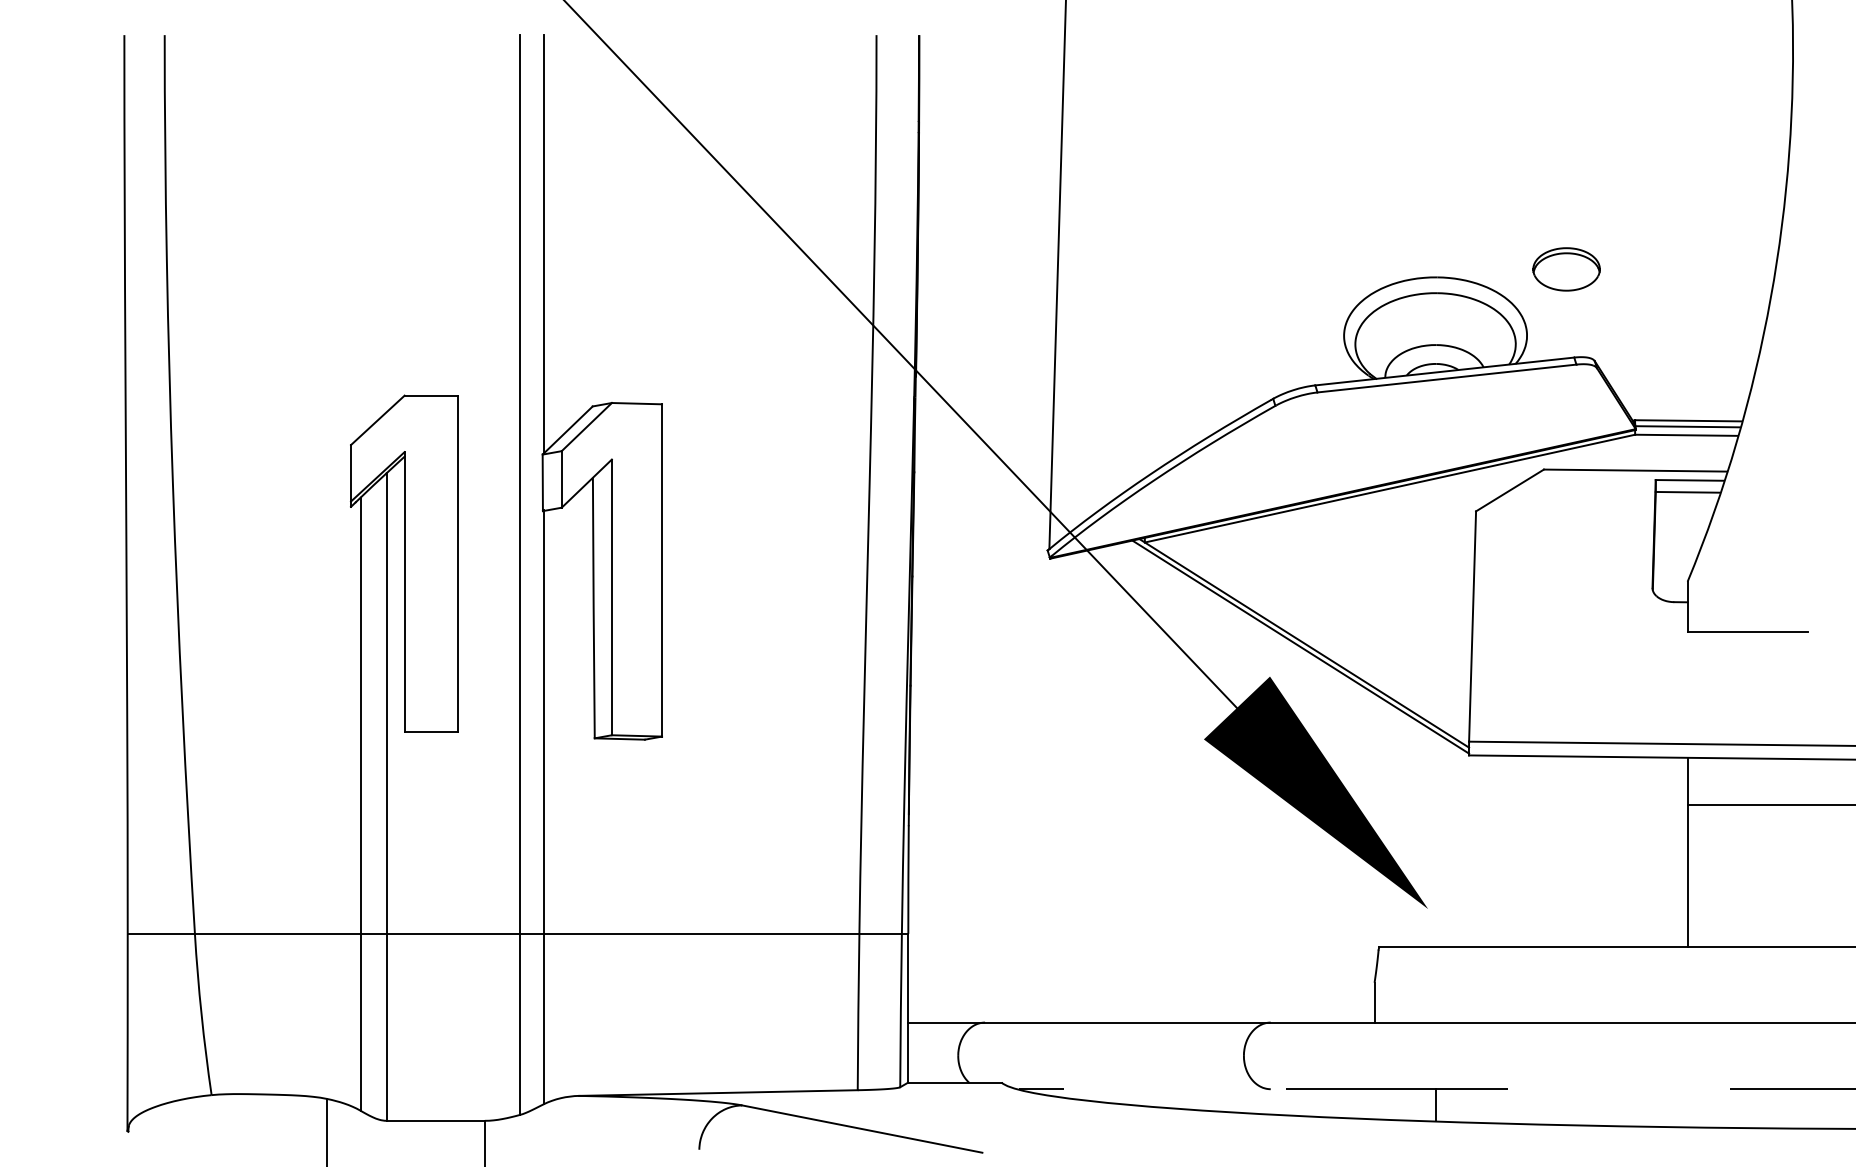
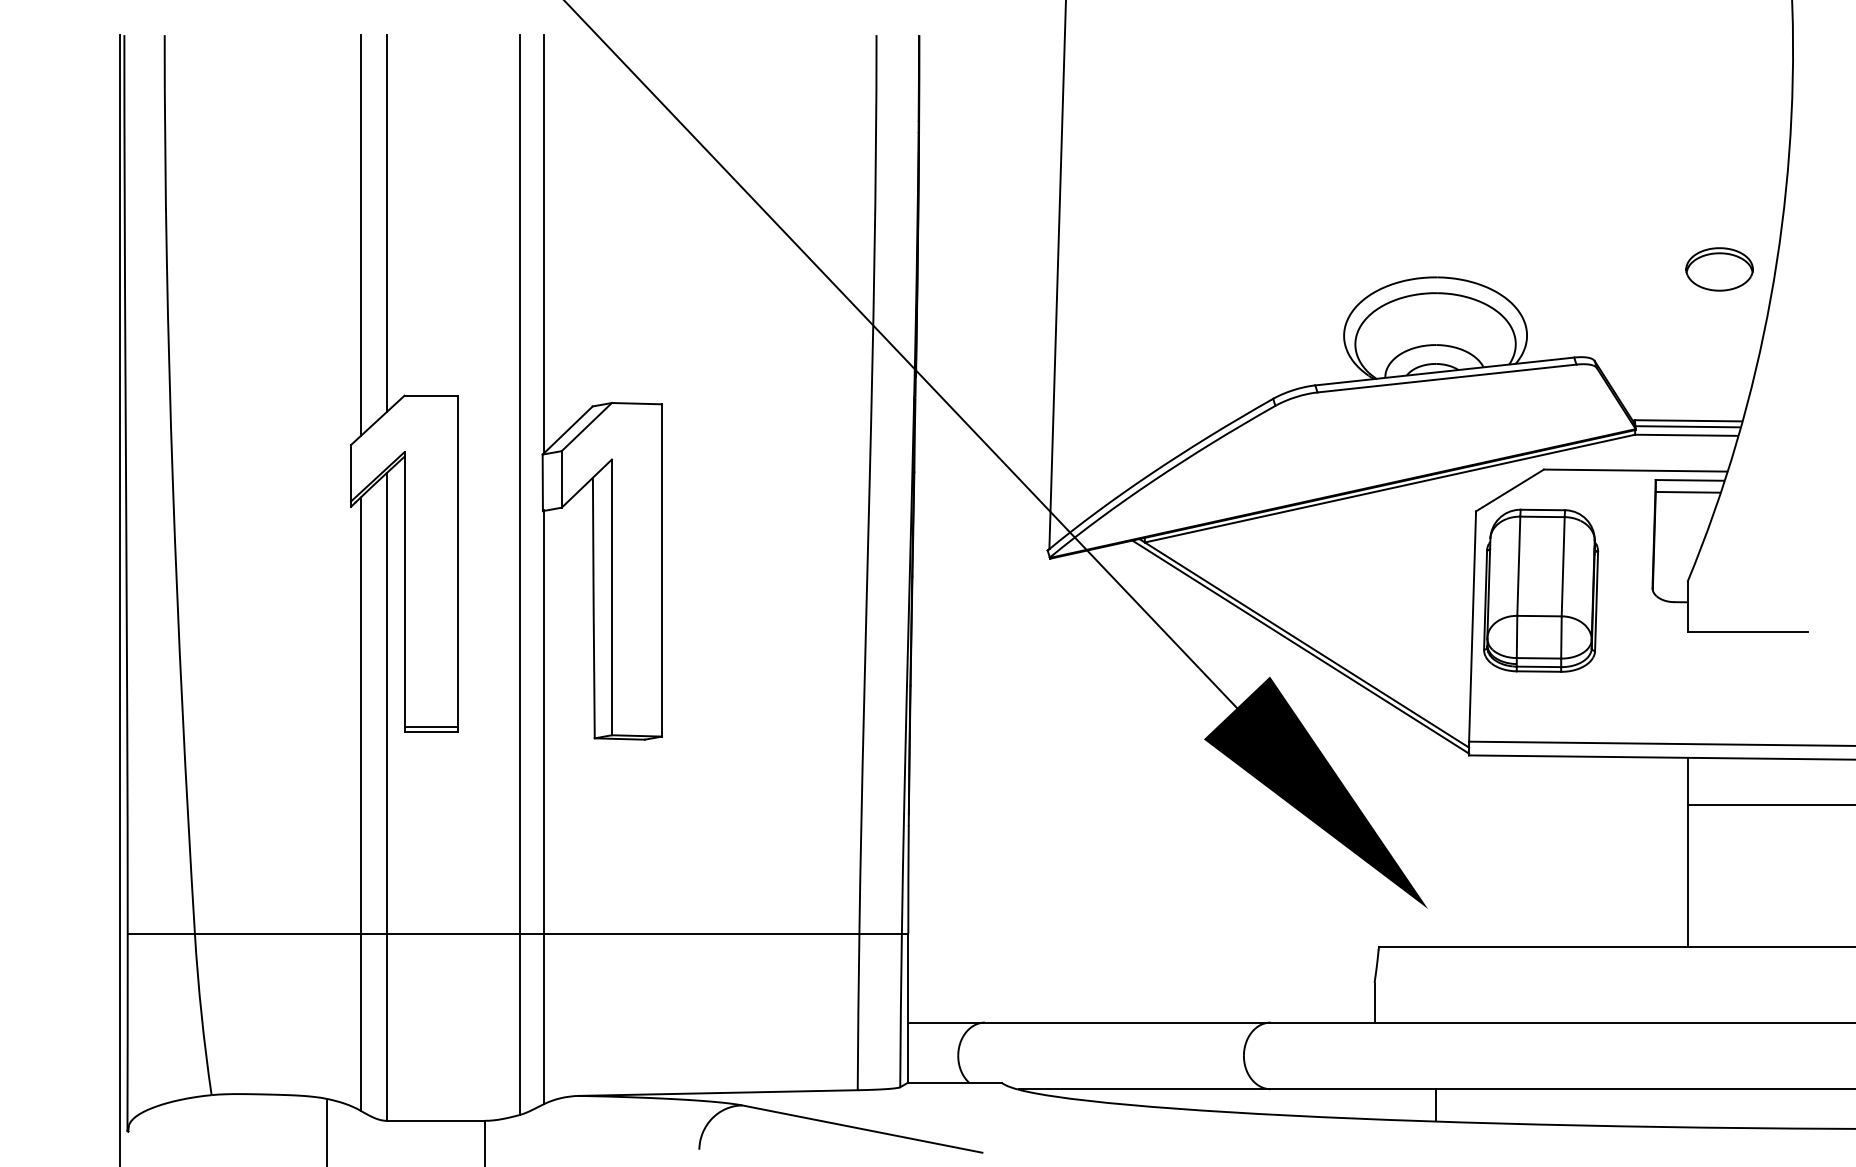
line at (386, 223): none -> present
line at (360, 235): none -> present
part at (1566, 269) position: (1566, 269) -> (1719, 269)
part at (1541, 590): none -> present
line at (120, 599): none -> present
line at (431, 727): none -> present
line at (1436, 1089): dashed -> solid
